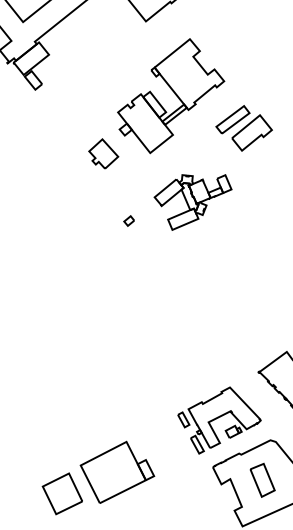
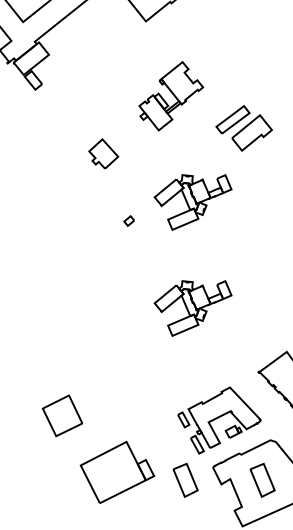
part at (171, 96) size: 109x117 px -> 67x71 px
part at (192, 308): none -> present
part at (185, 479): none -> present
part at (61, 493) position: (61, 493) -> (61, 415)
